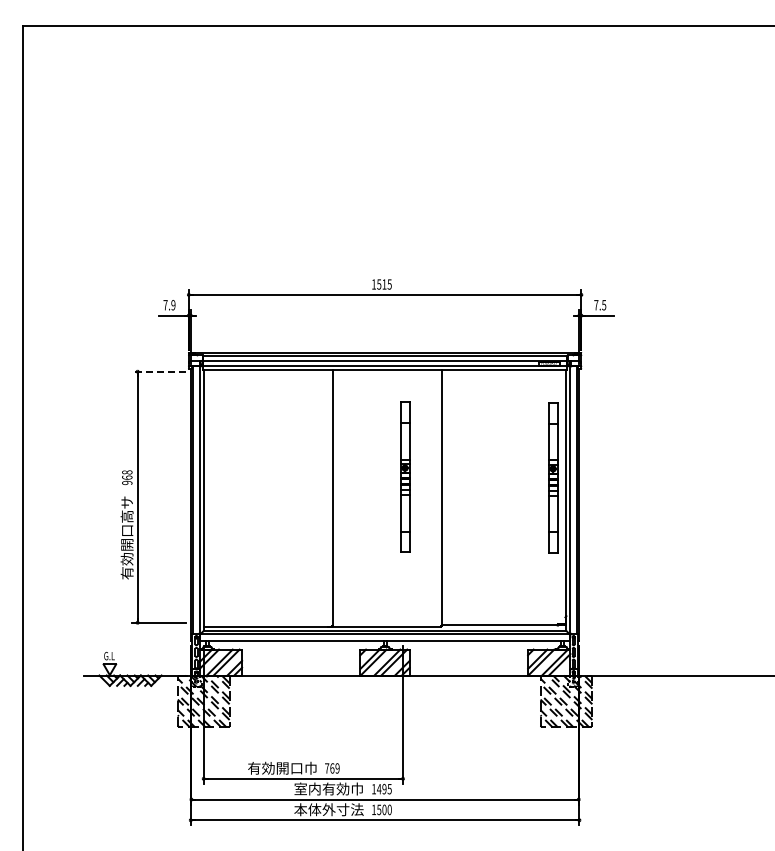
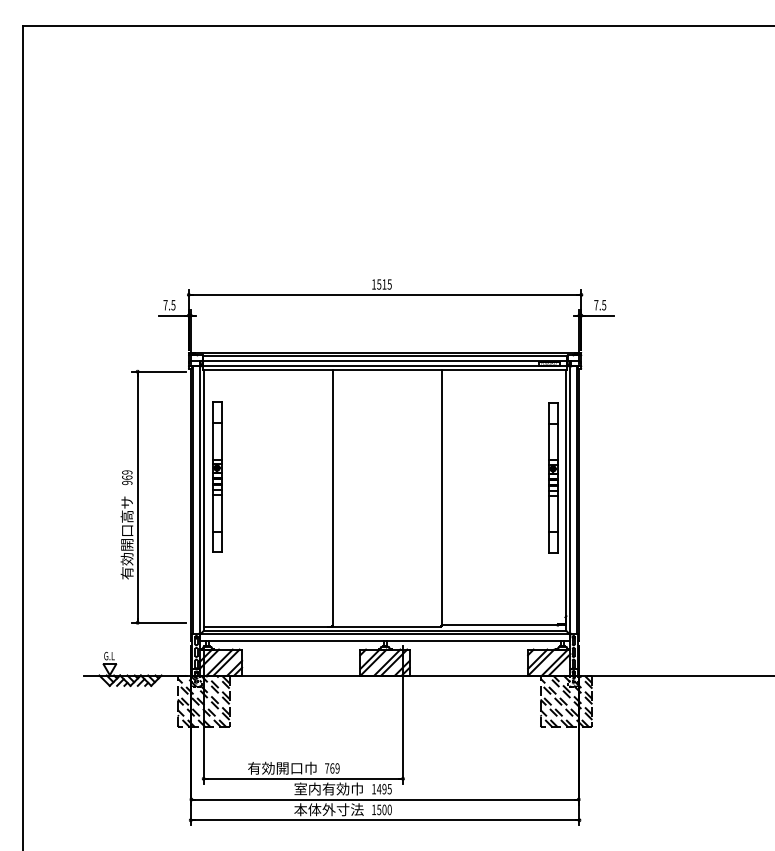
text at (173, 305): 7.9 -> 7.5
line at (159, 371): dashed -> solid
text at (127, 472): 968 -> 969
part at (405, 476) position: (405, 476) -> (217, 476)
